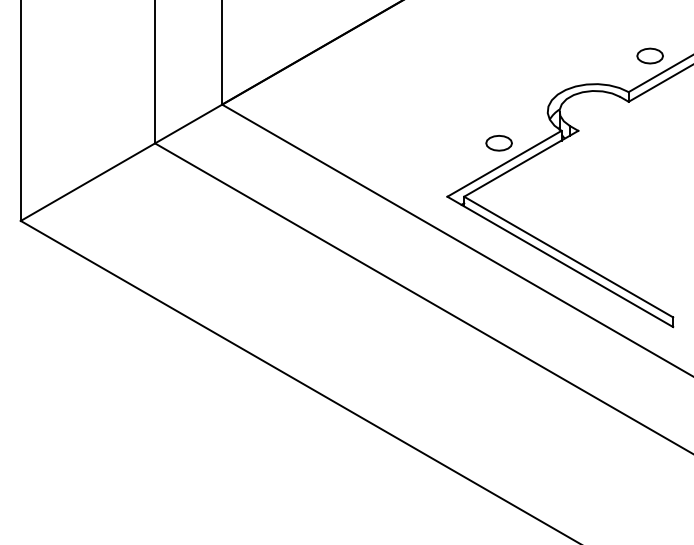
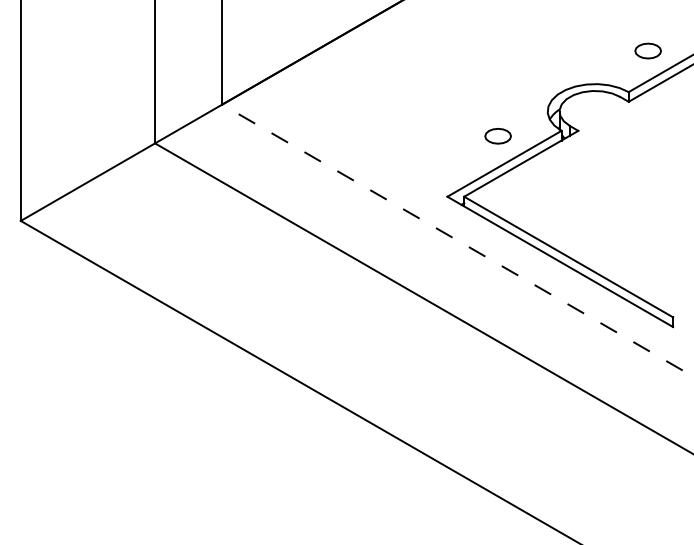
part at (649, 55) position: (649, 55) -> (647, 50)
part at (498, 143) position: (498, 143) -> (497, 136)
line at (457, 240): solid -> dashed
